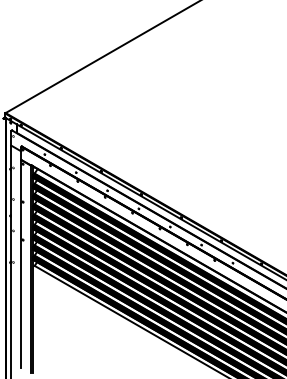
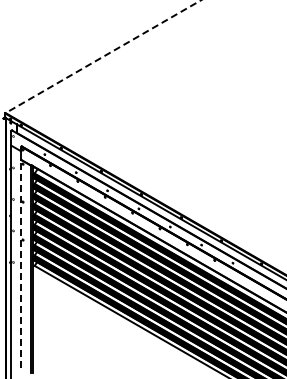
line at (103, 56): solid -> dashed
line at (21, 263): solid -> dashed
